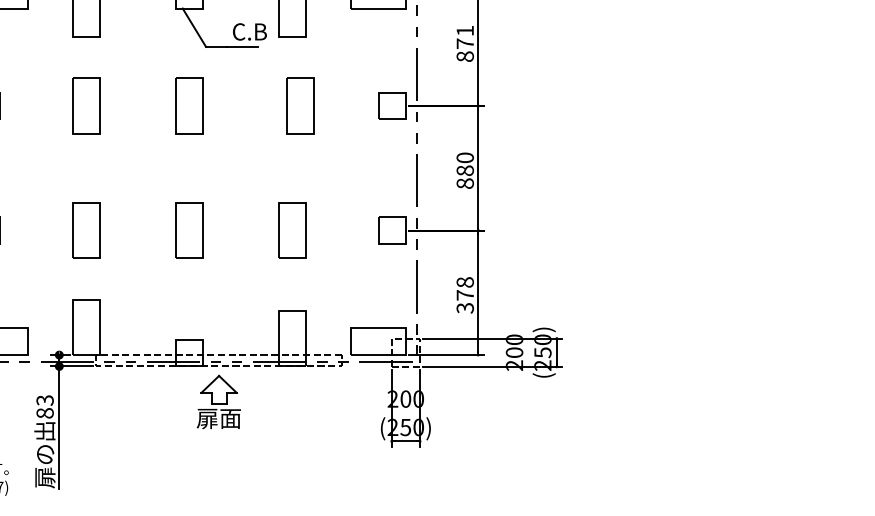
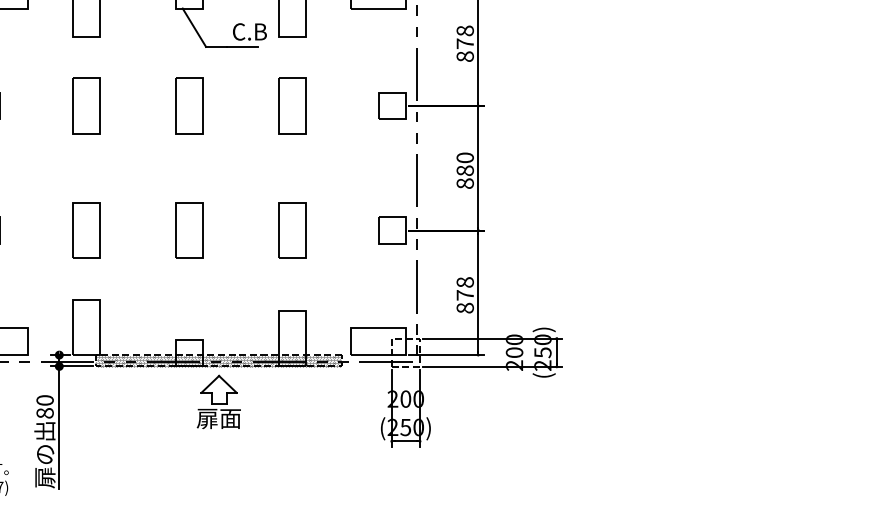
text at (464, 30): 871 -> 878
part at (300, 105) position: (300, 105) -> (292, 105)
text at (464, 307): 378 -> 878
hatch at (218, 361): none -> present
text at (44, 400): 83 -> 80
